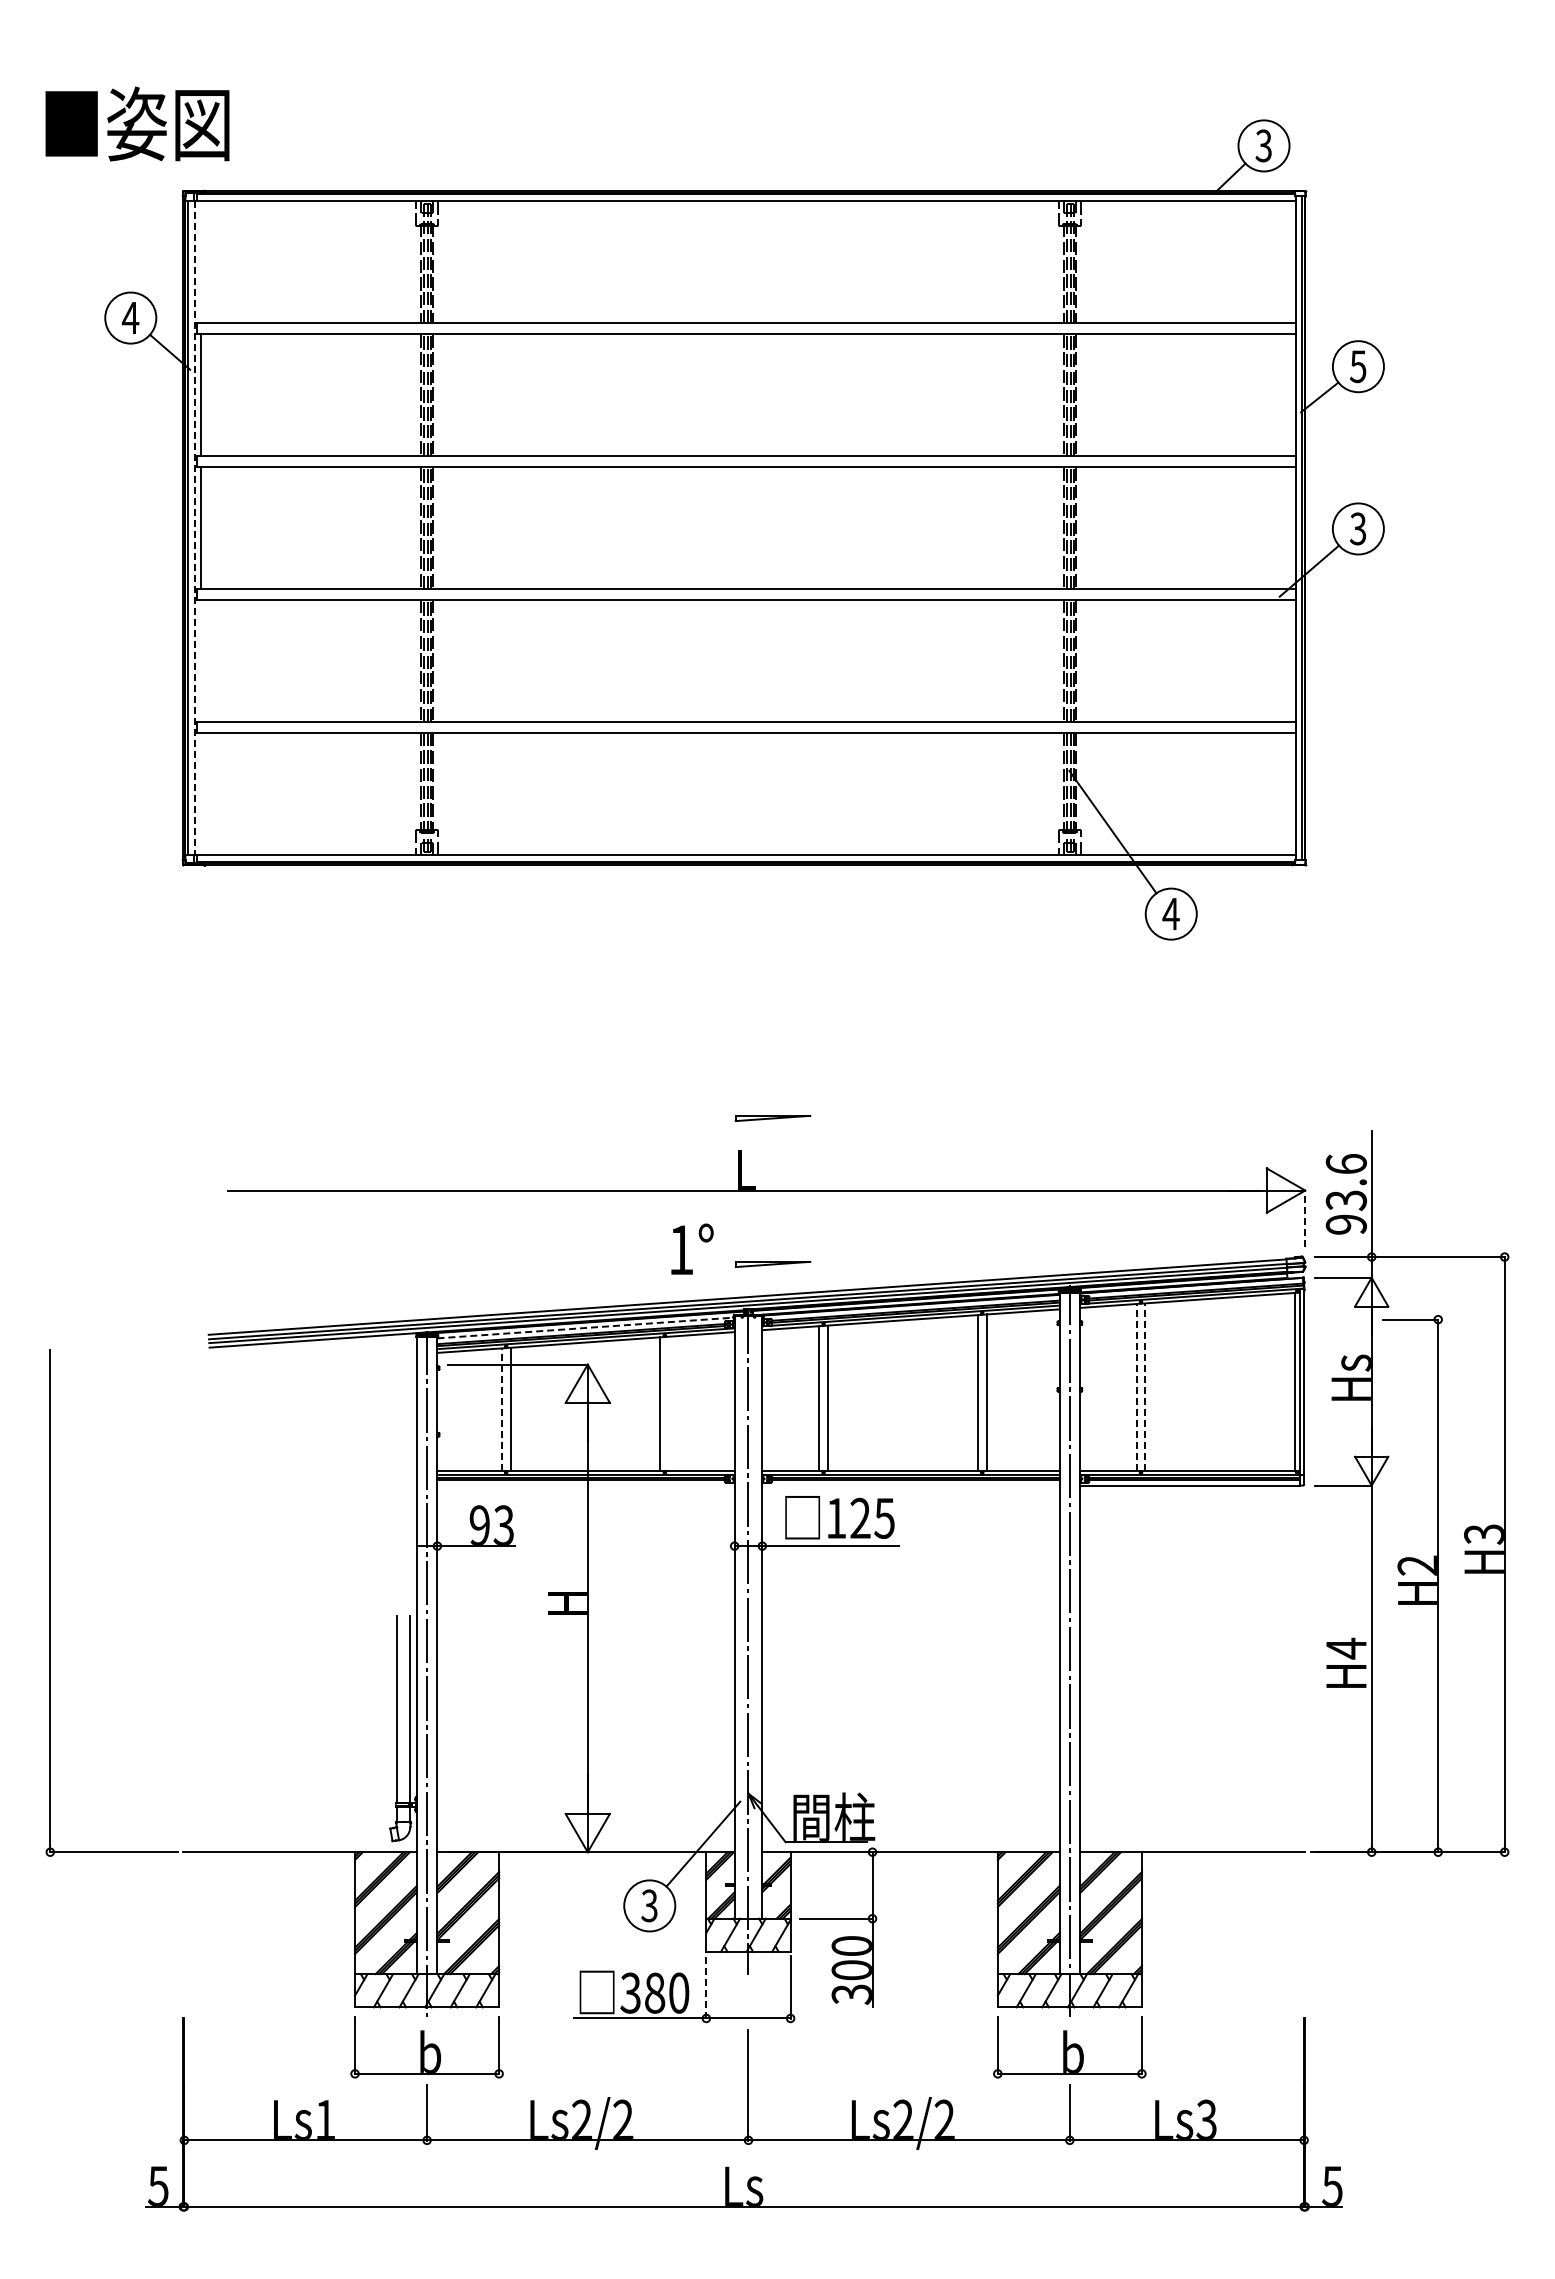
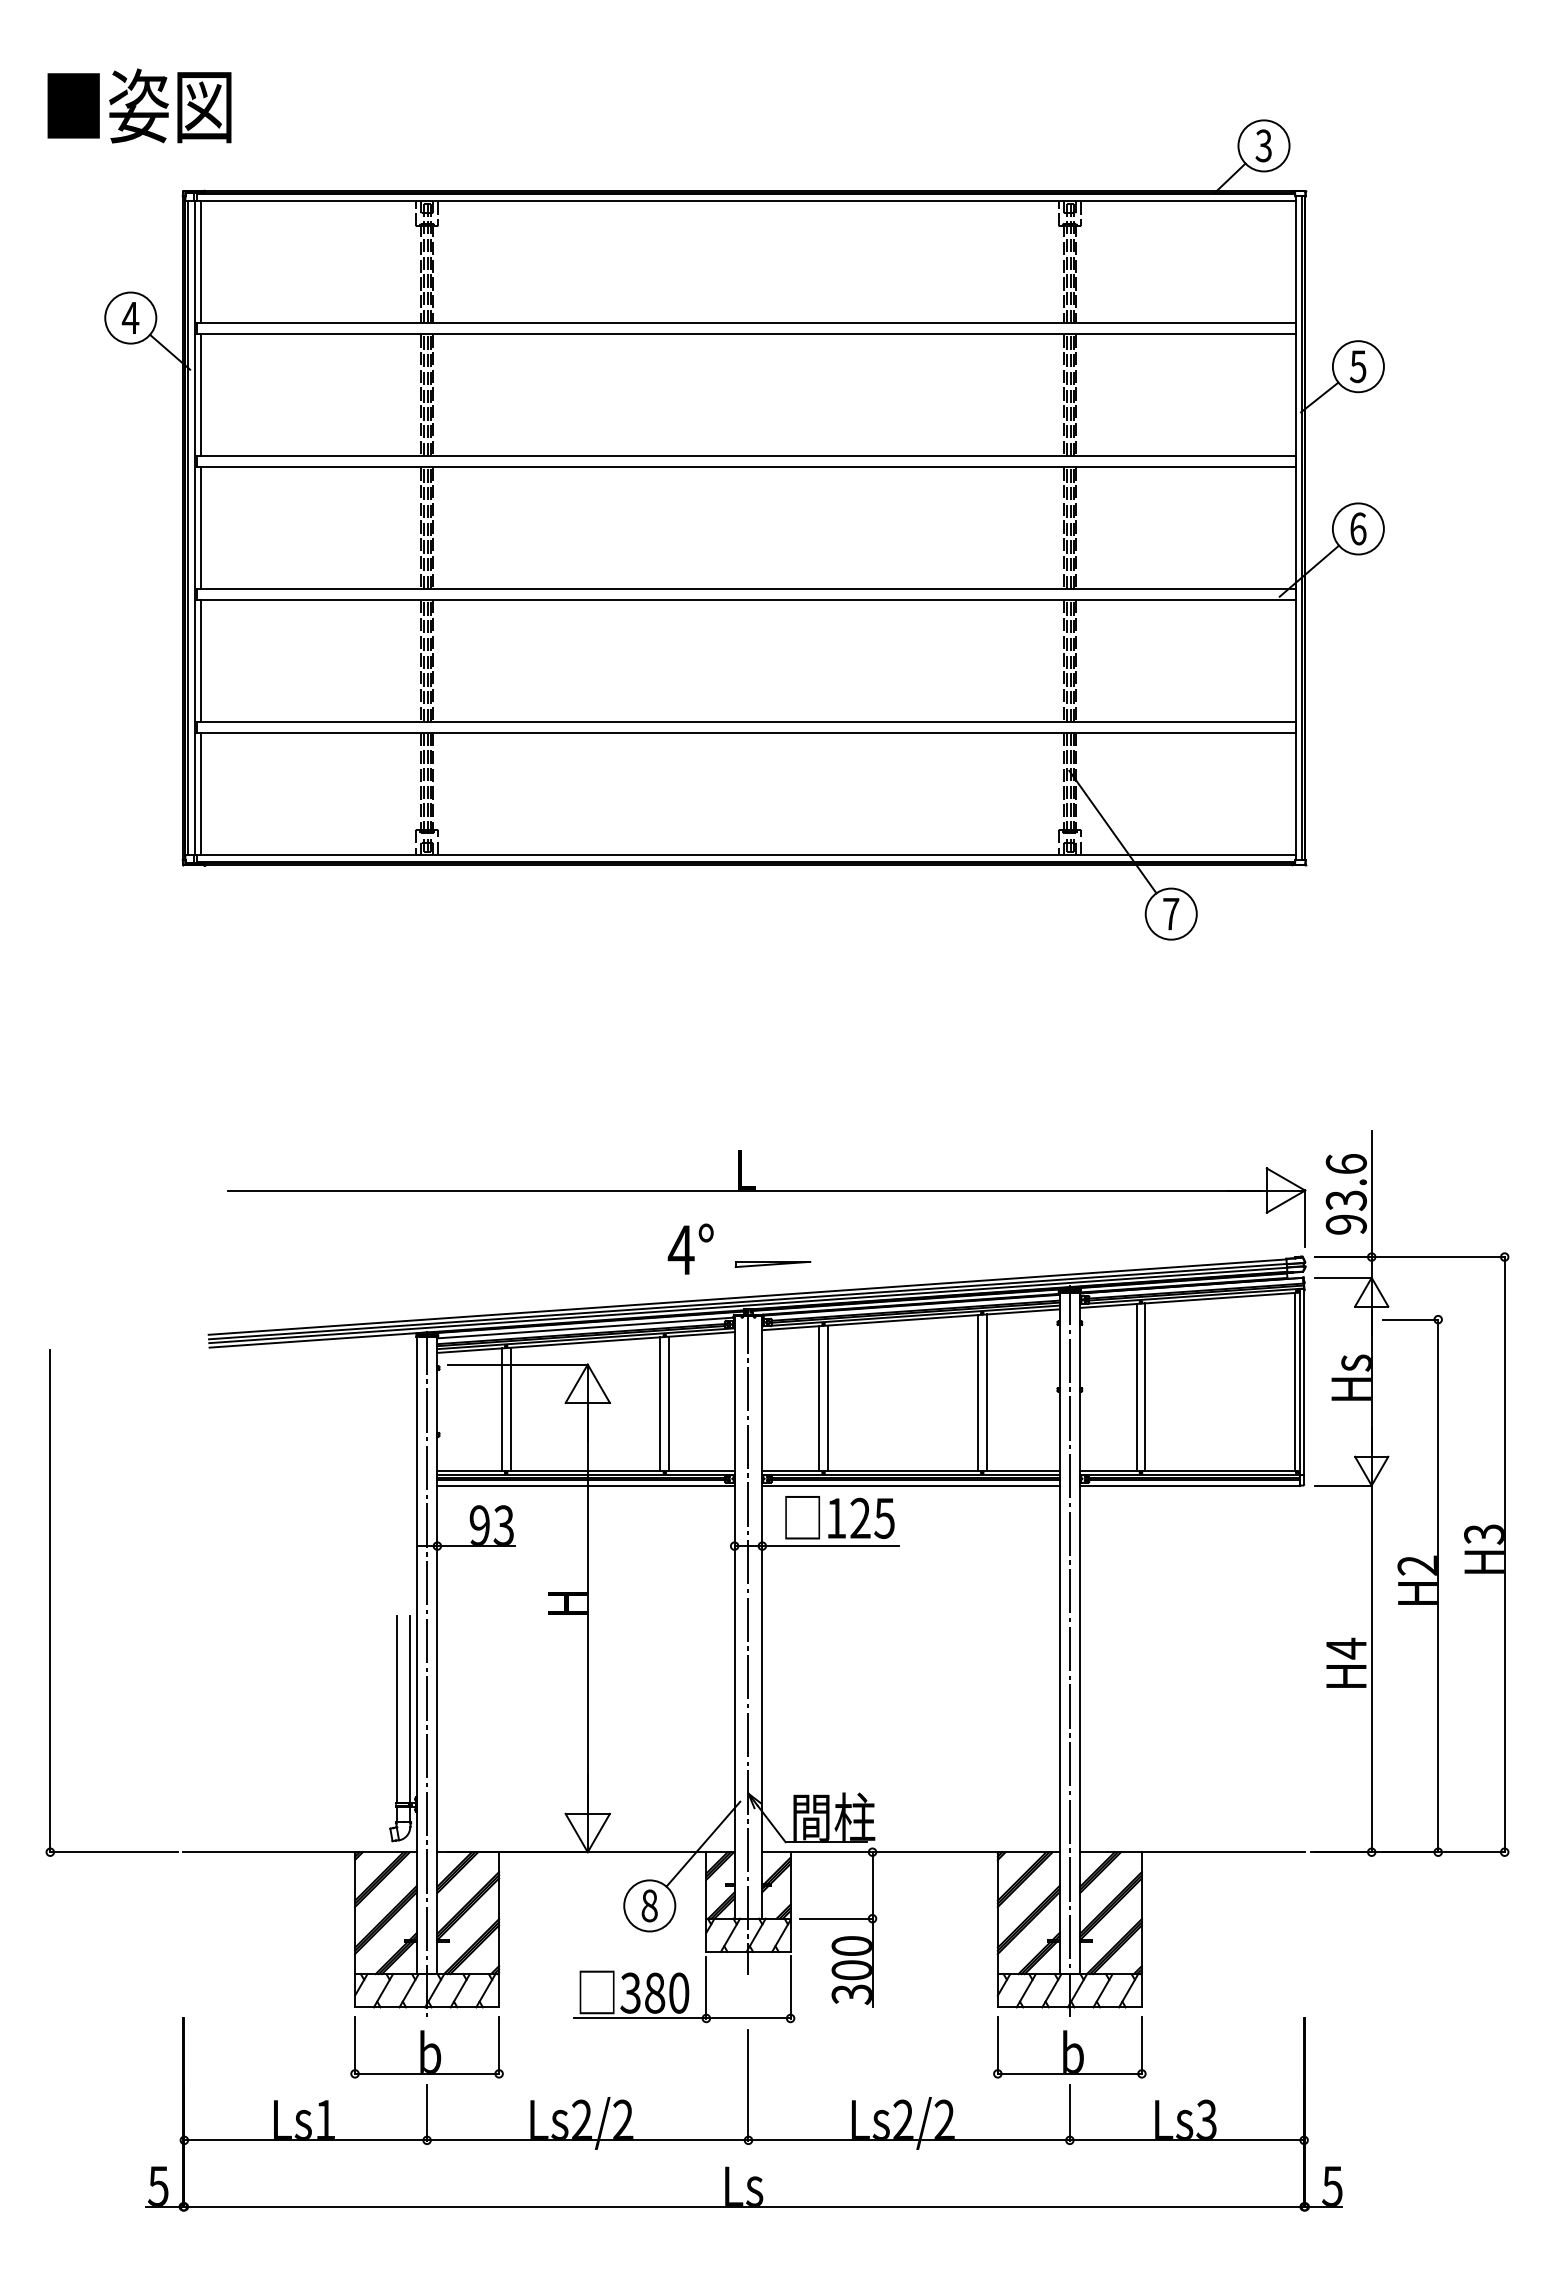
text at (137, 123) position: (137, 123) -> (139, 105)
line at (201, 262): none -> present
line at (195, 528): dashed -> solid
text at (1358, 528): 3 -> 6
line at (201, 661): none -> present
line at (201, 794): none -> present
text at (1170, 914): 4 -> 7
part at (772, 1118): present -> none
line at (1305, 1218): dashed -> solid
text at (680, 1249): 1° -> 4°
line at (585, 1328): dashed -> solid
line at (1136, 1387): dashed -> solid
line at (1145, 1387): dashed -> solid
line at (669, 1403): none -> present
line at (501, 1409): dashed -> solid
line at (585, 1485): none -> present
line at (910, 1485): none -> present
text at (649, 1905): 3 -> 8
line at (706, 1988): dashed -> solid
